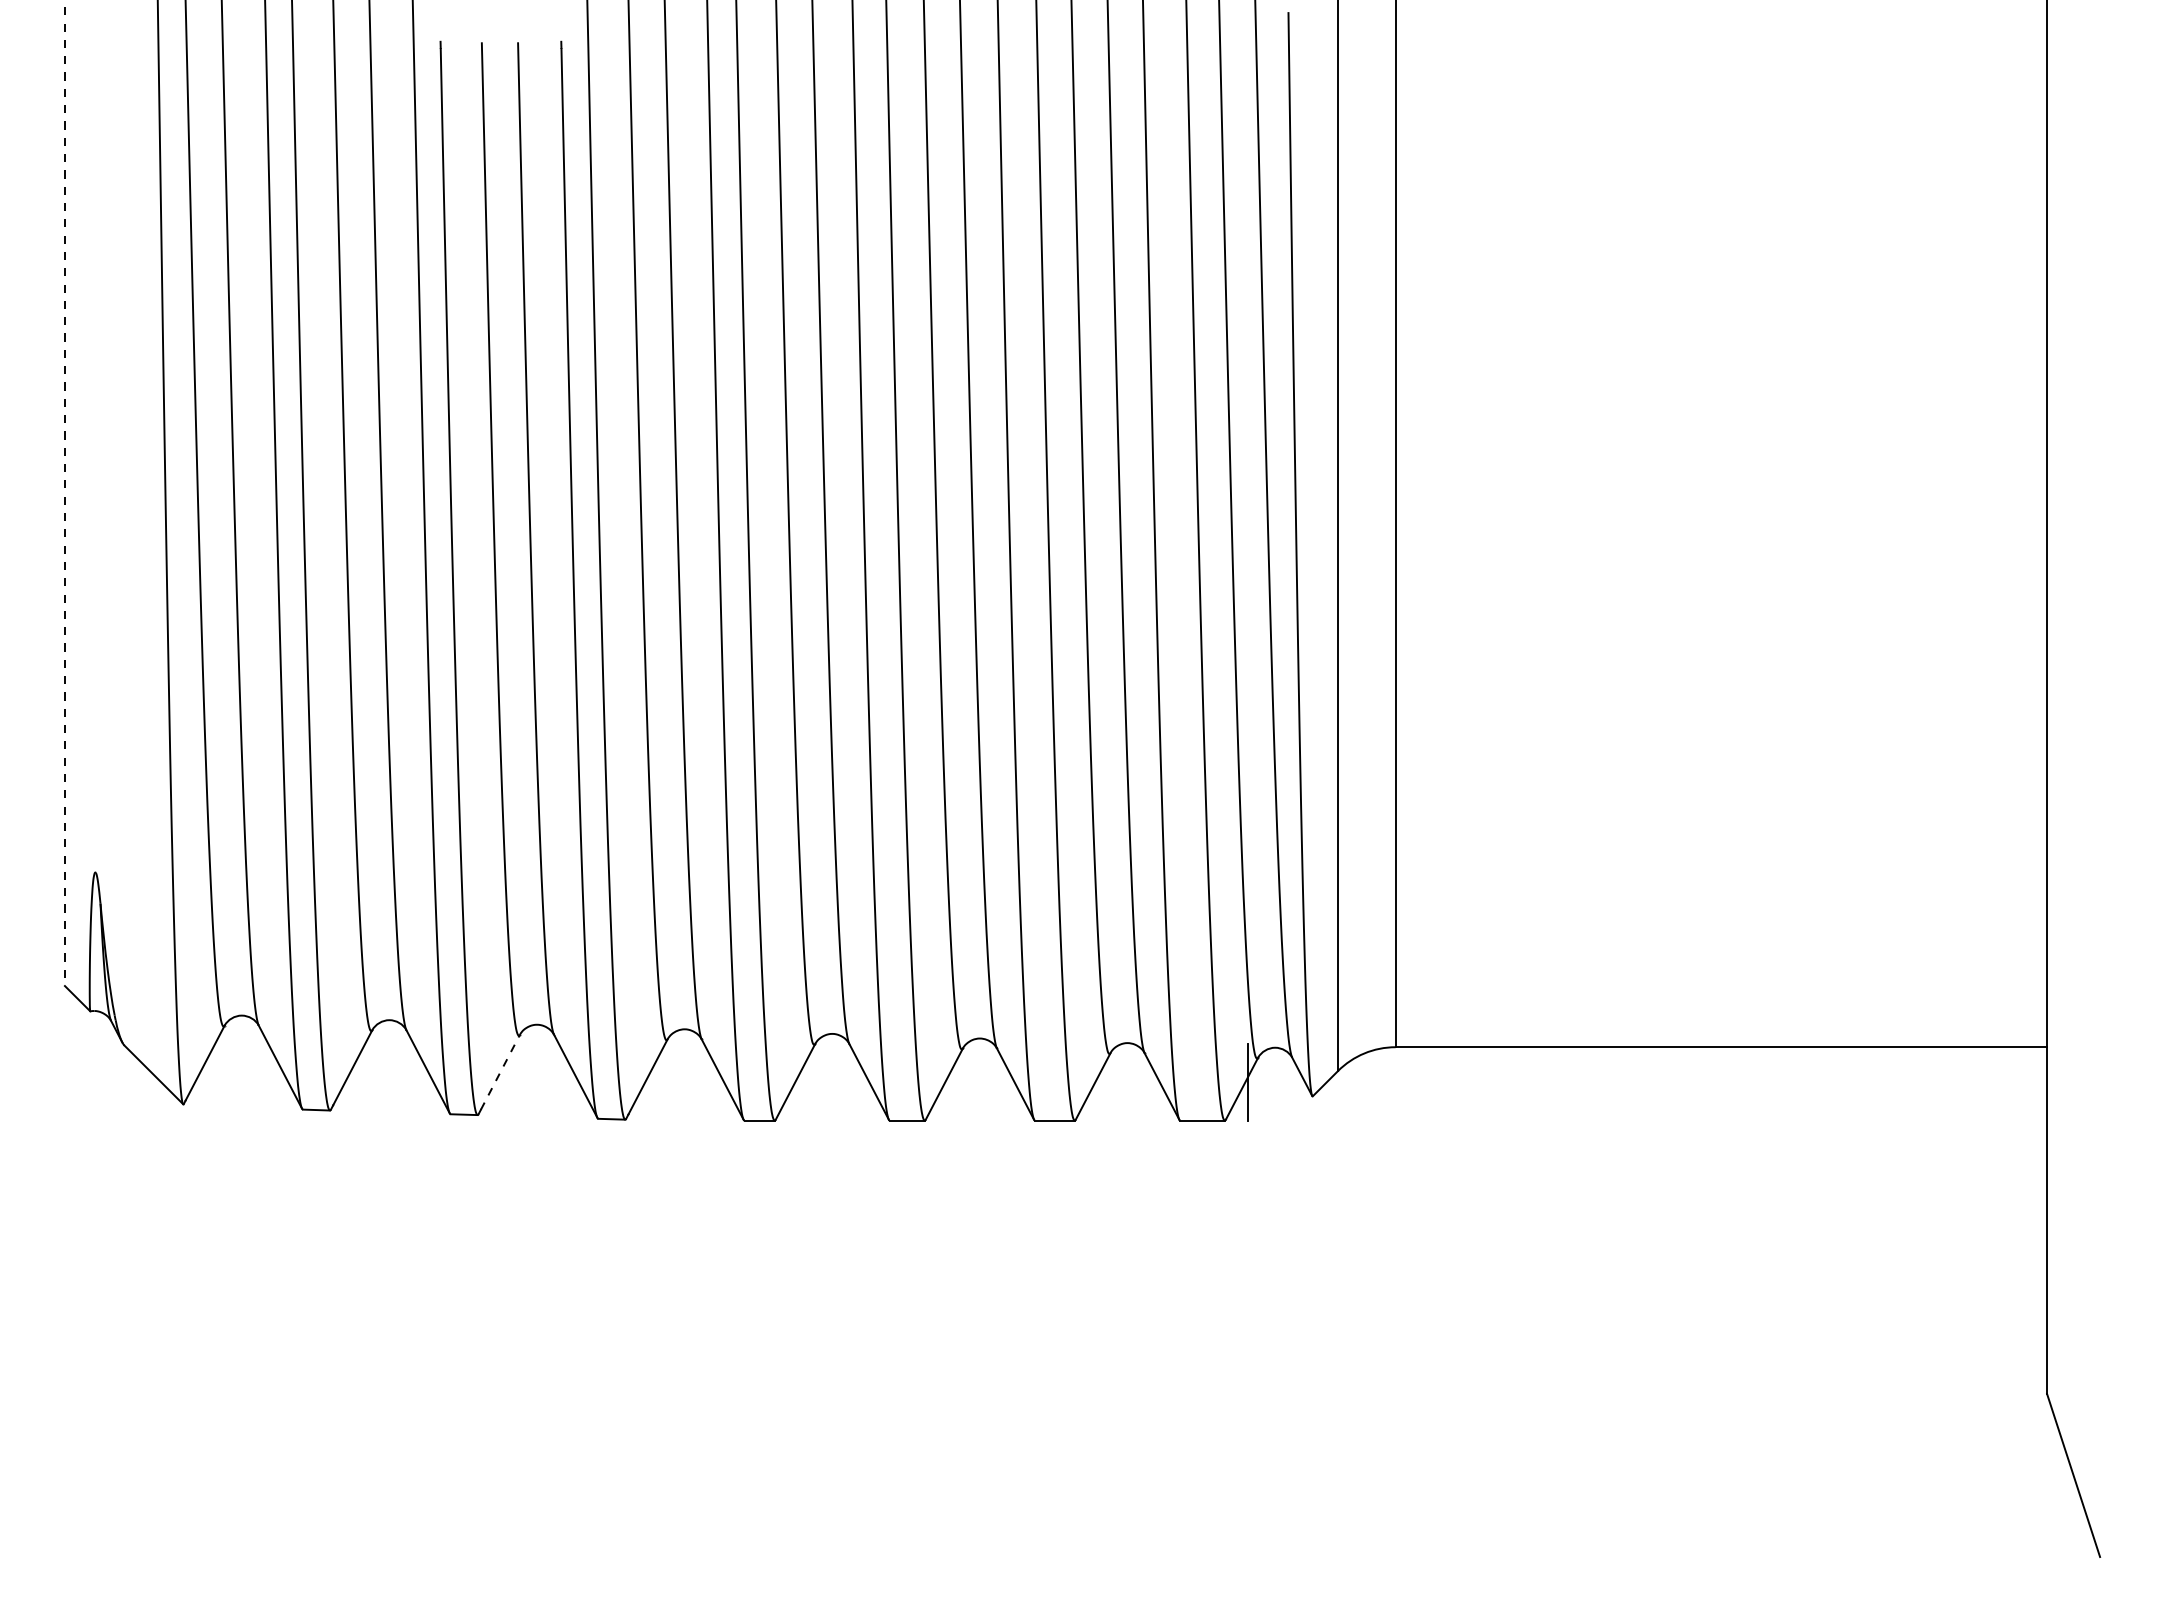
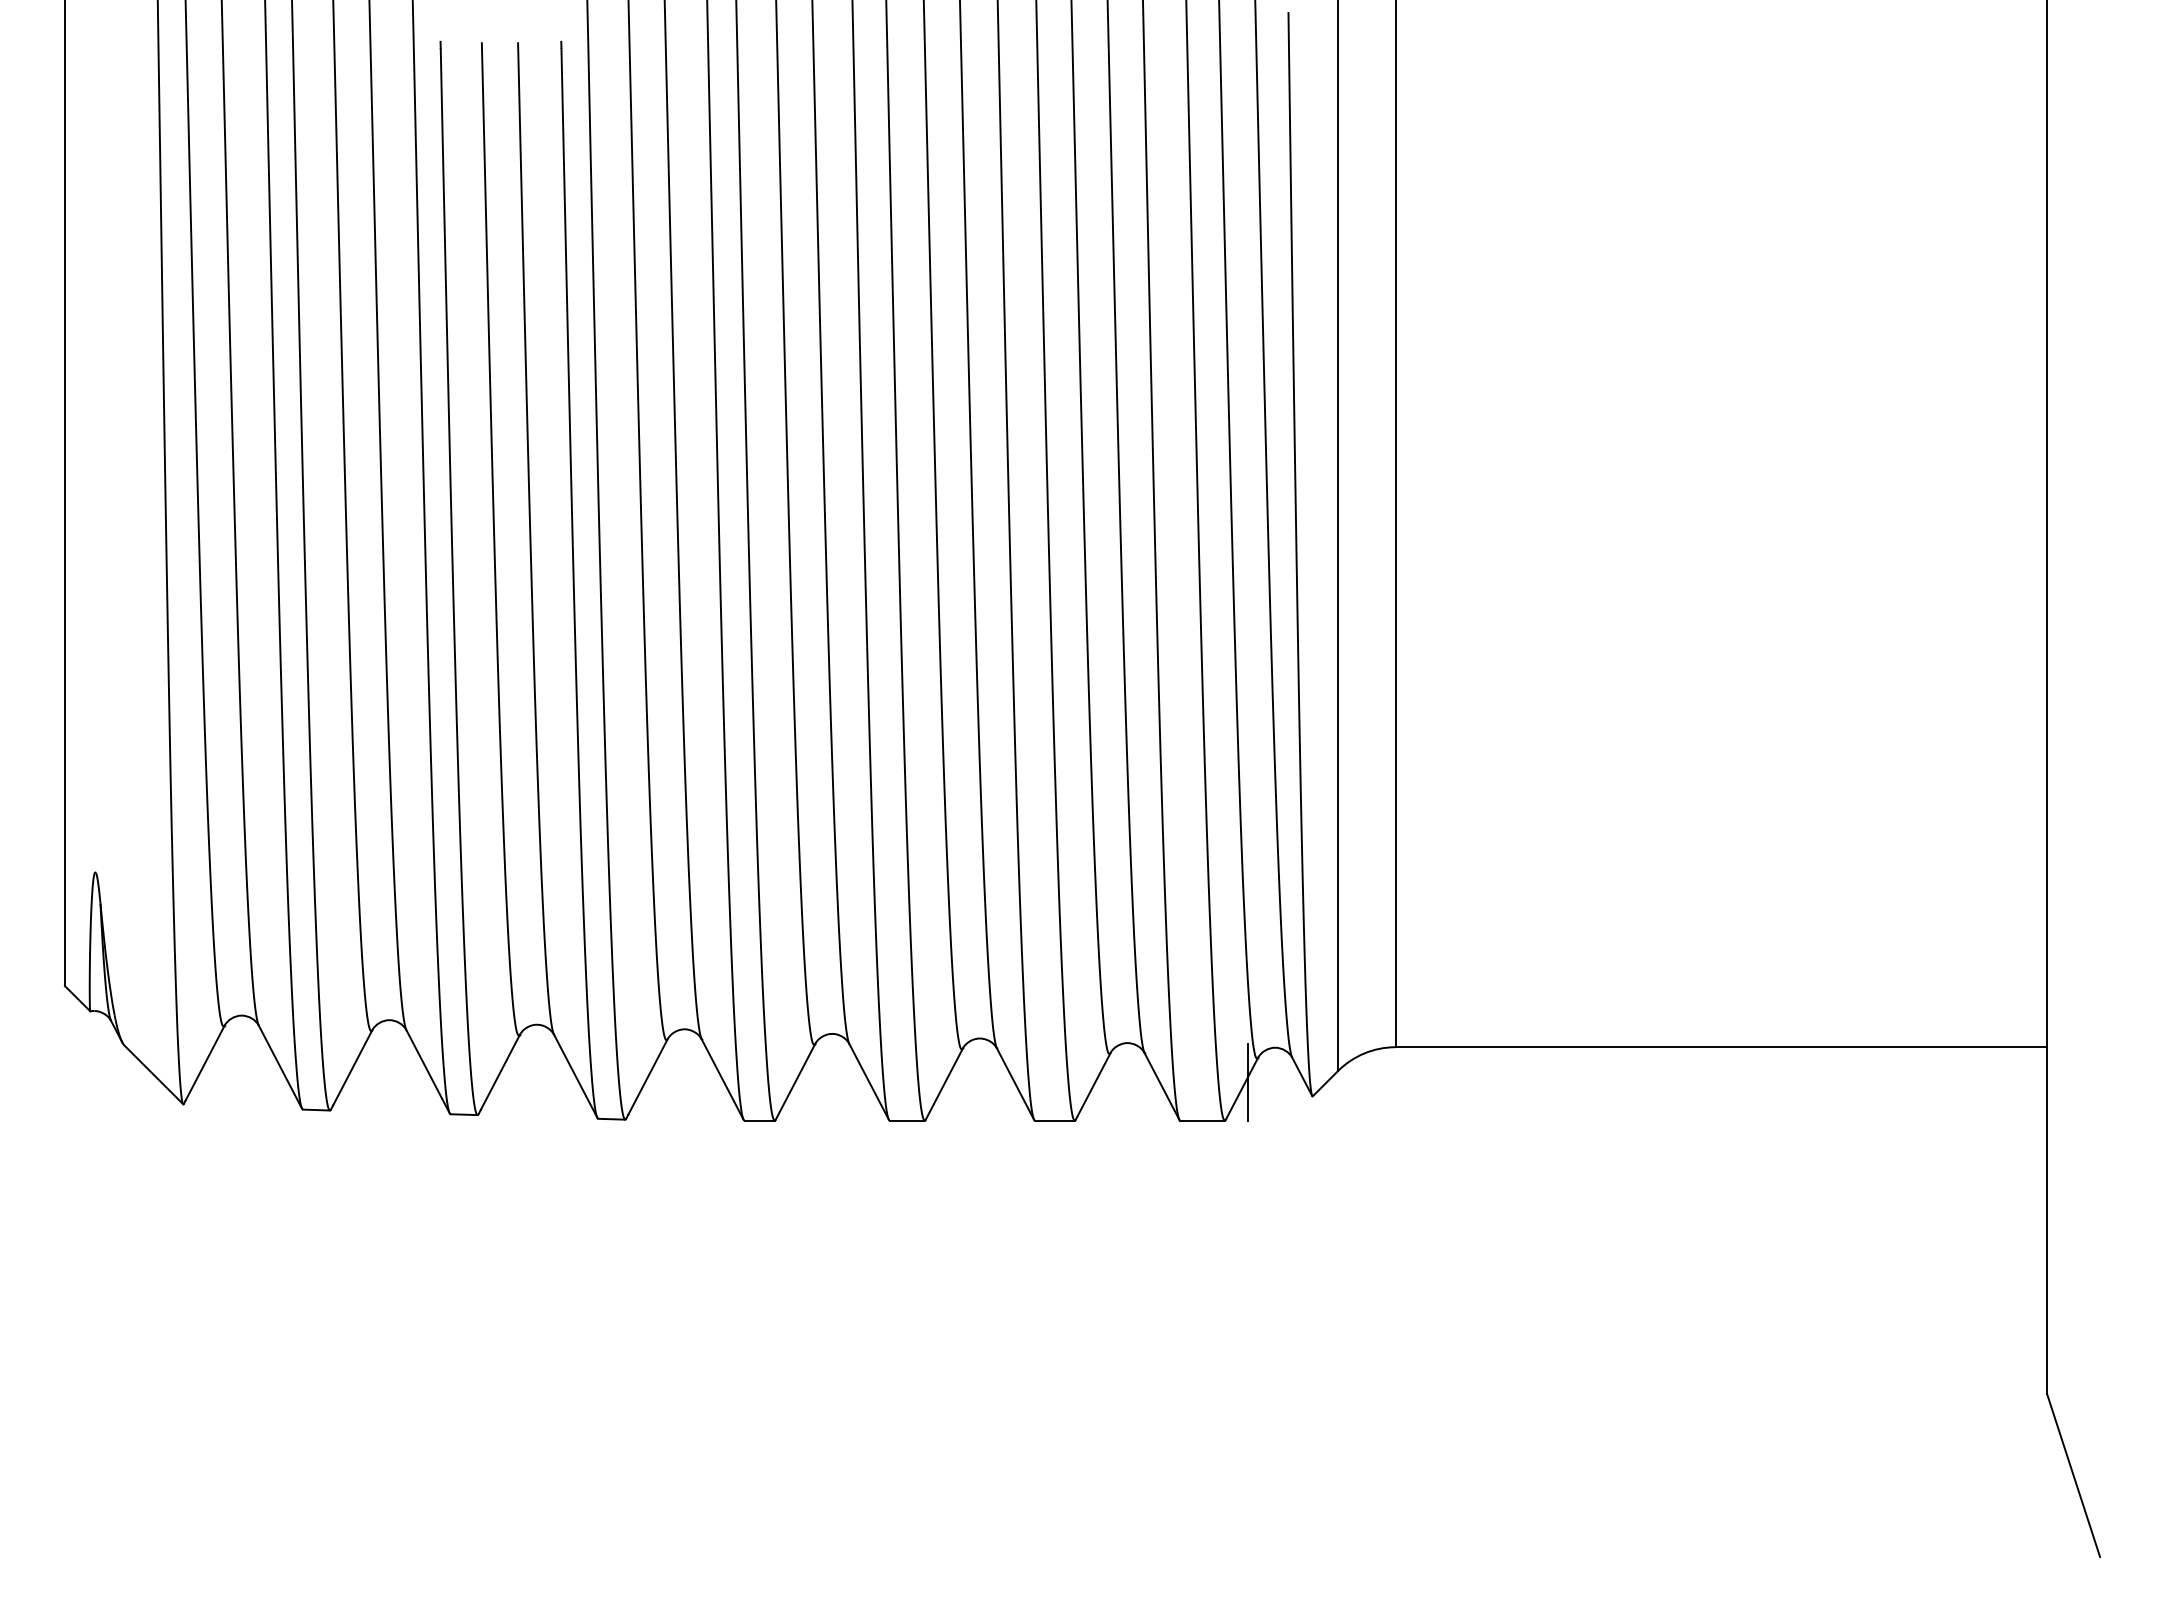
line at (64, 493): dashed -> solid
line at (500, 1071): dashed -> solid
